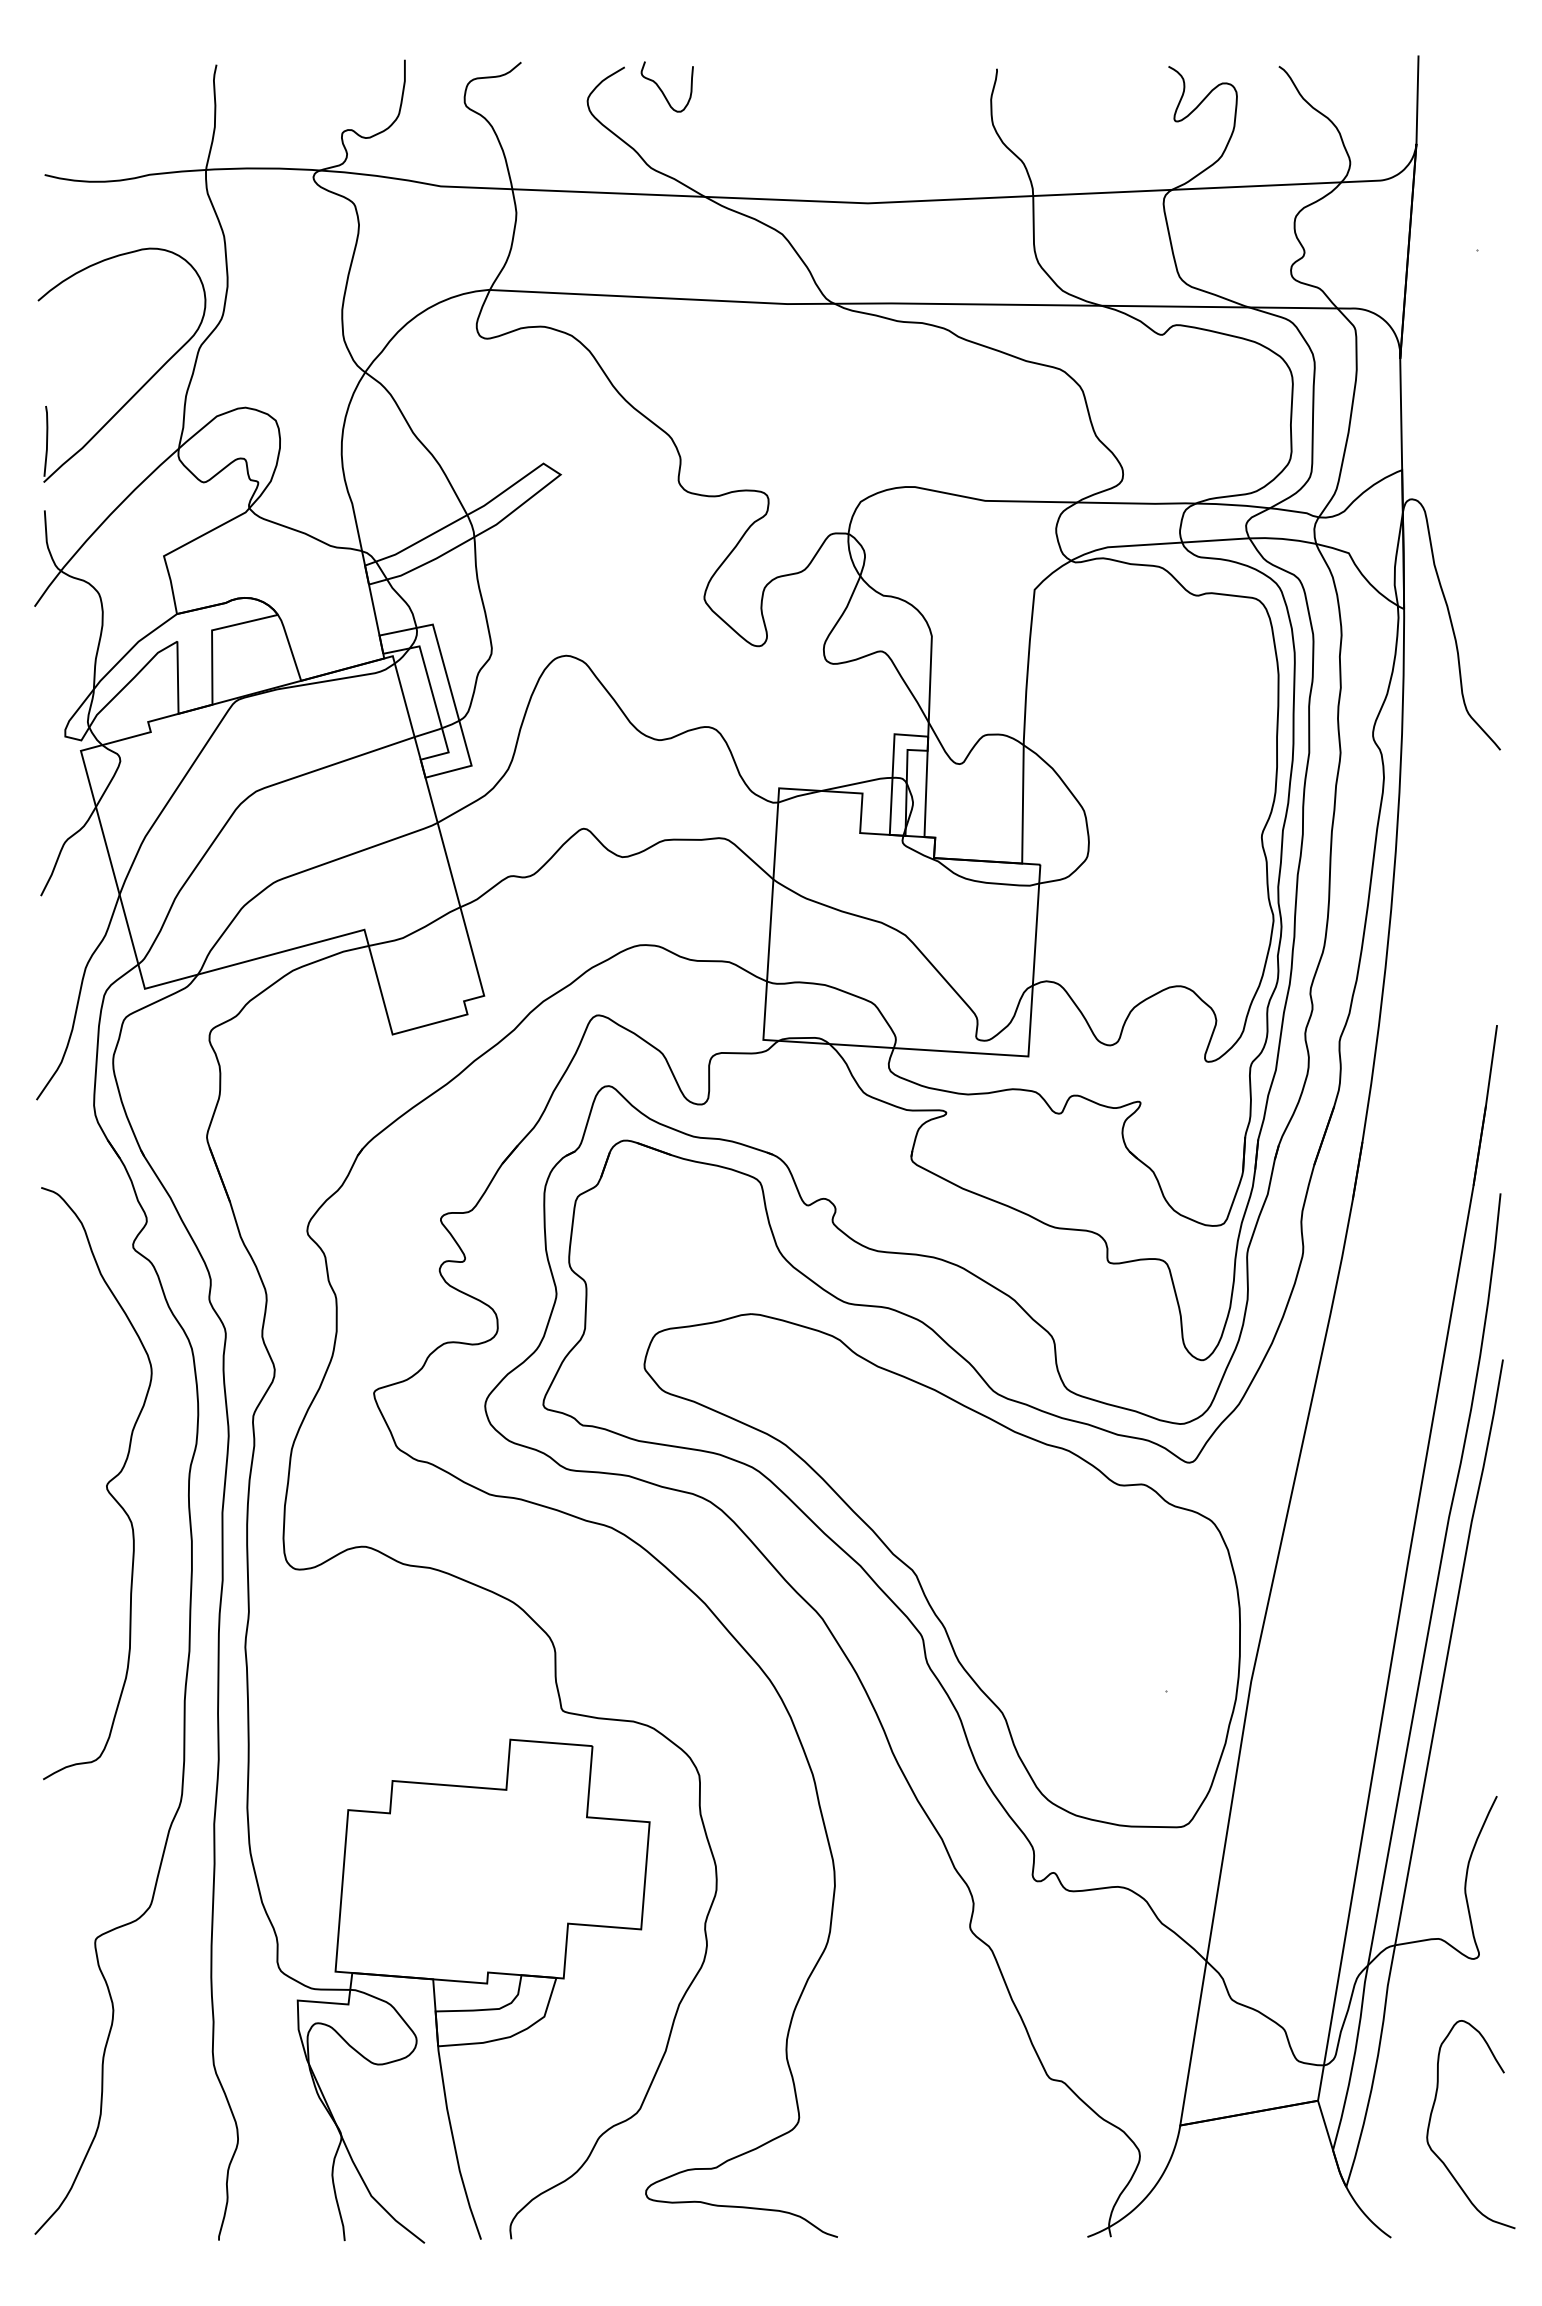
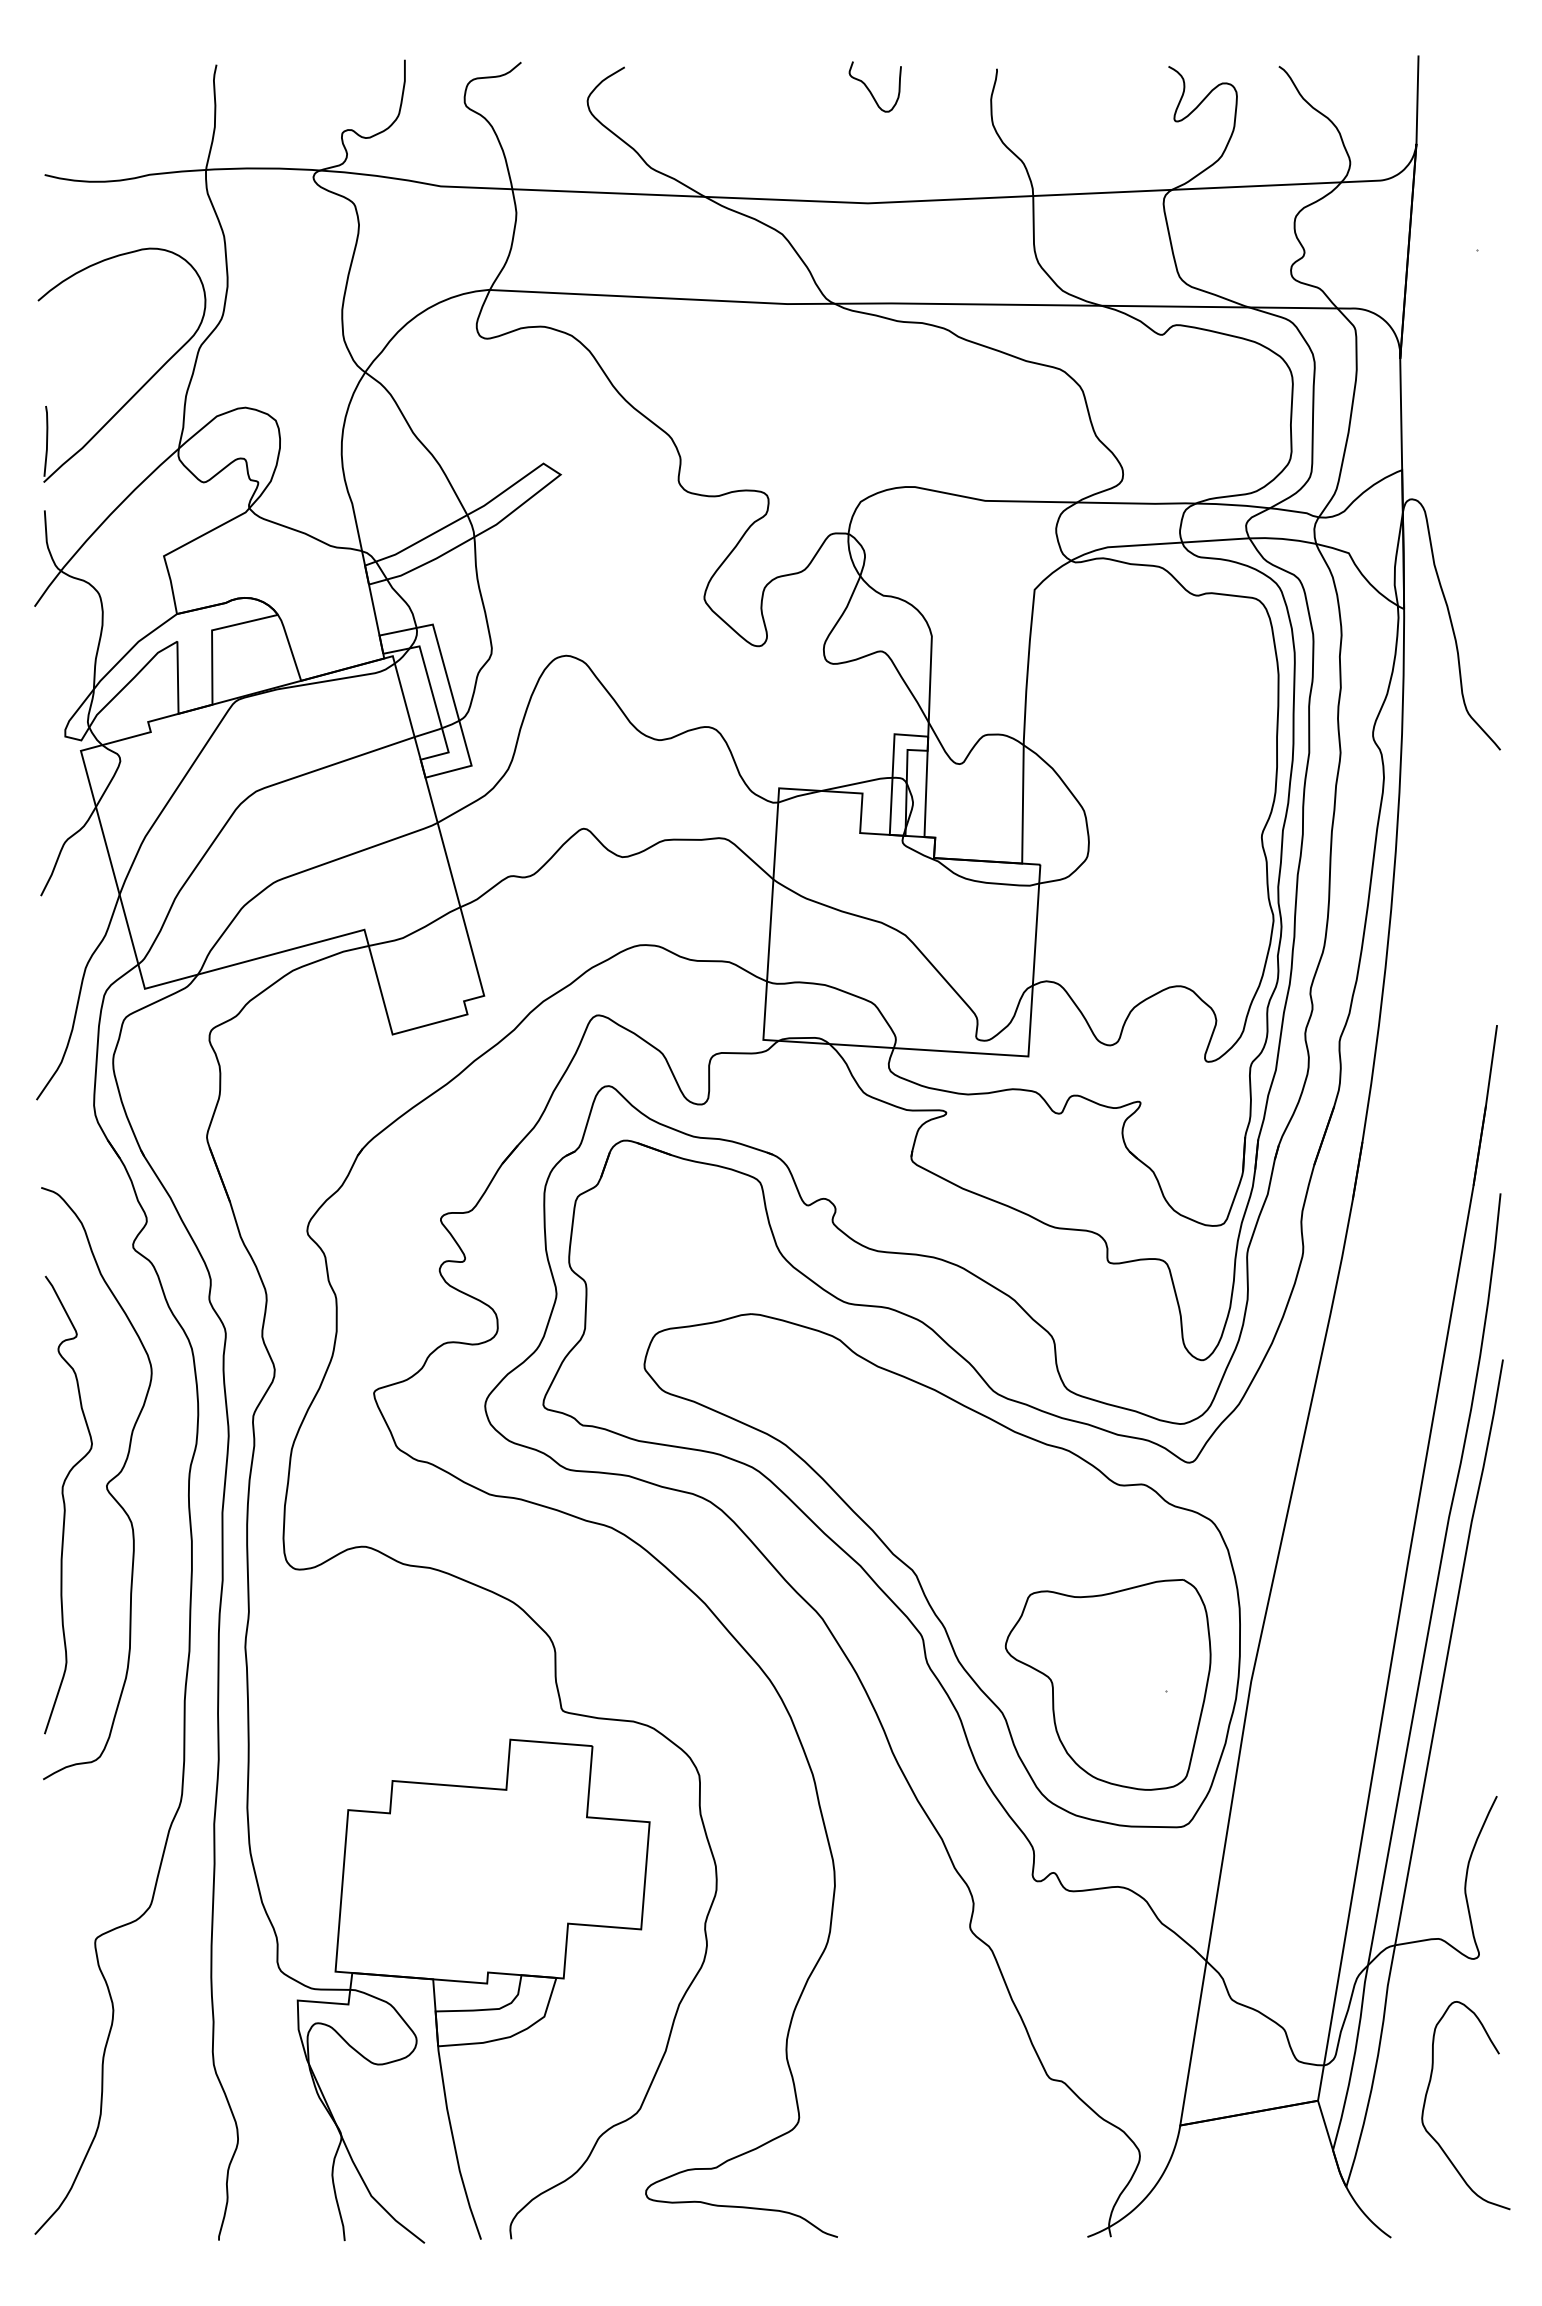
curve at (662, 90) position: (662, 90) -> (870, 90)
curve at (65, 1504): none -> present
part at (1107, 1684): none -> present
curve at (1431, 2118) position: (1431, 2118) -> (1426, 2099)
